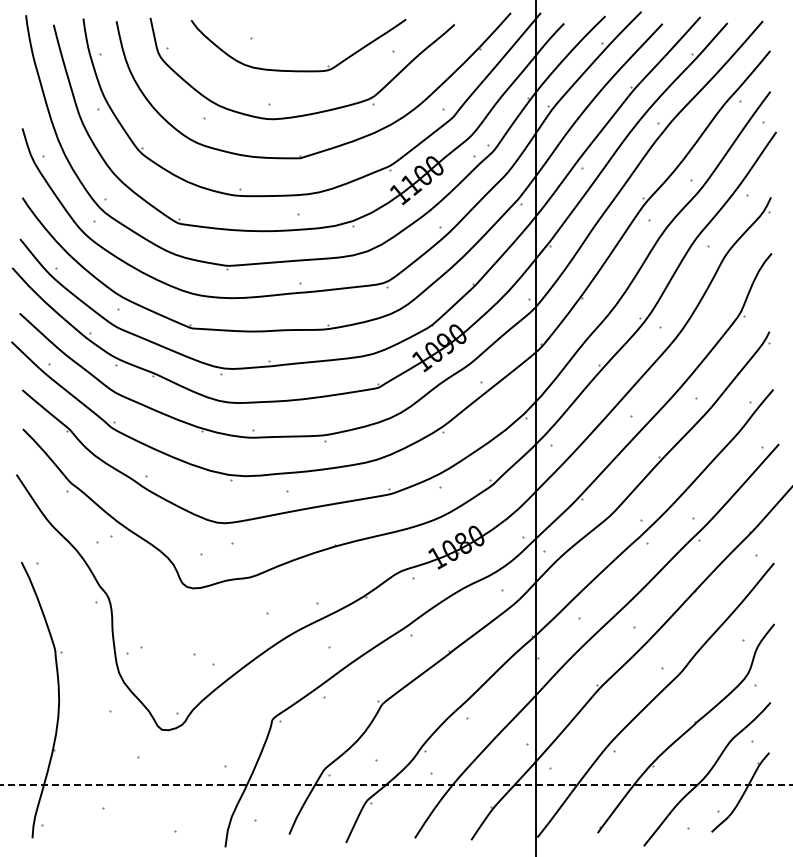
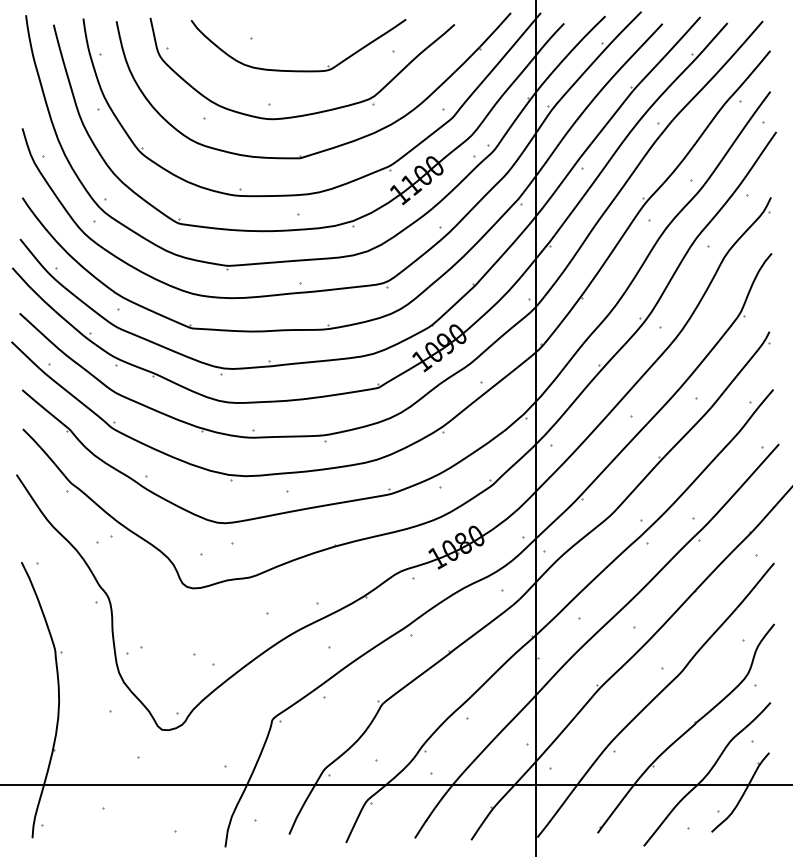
line at (395, 785): dashed -> solid
